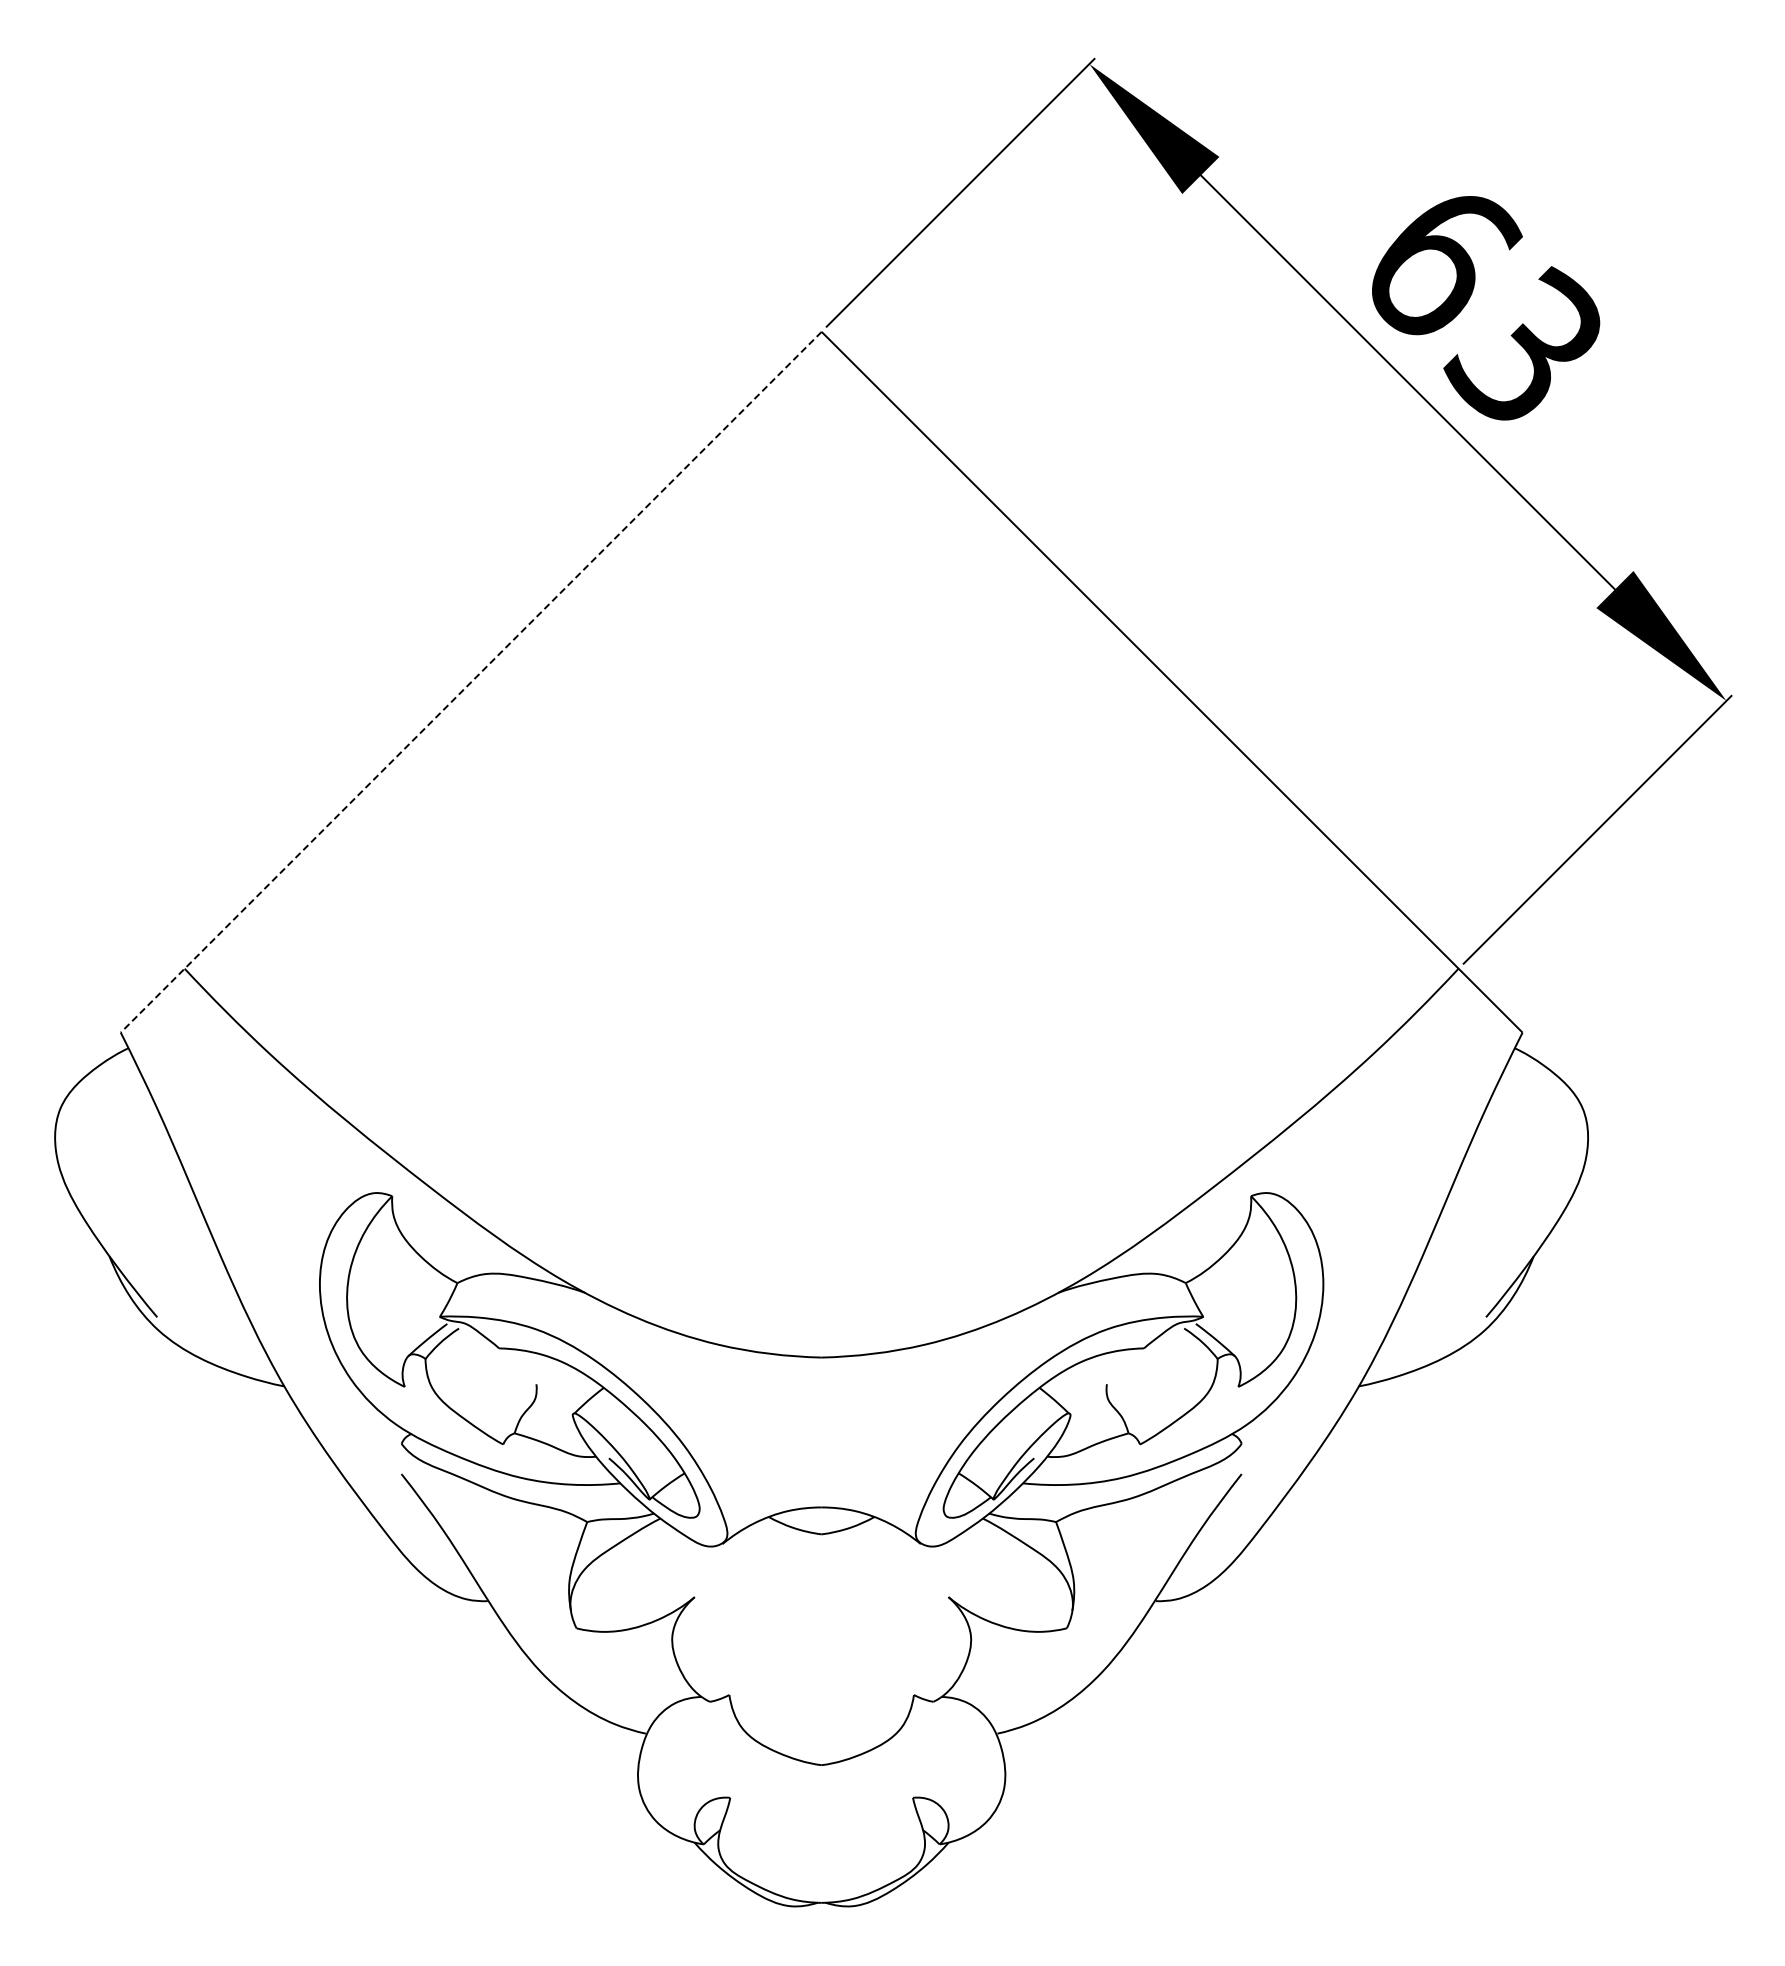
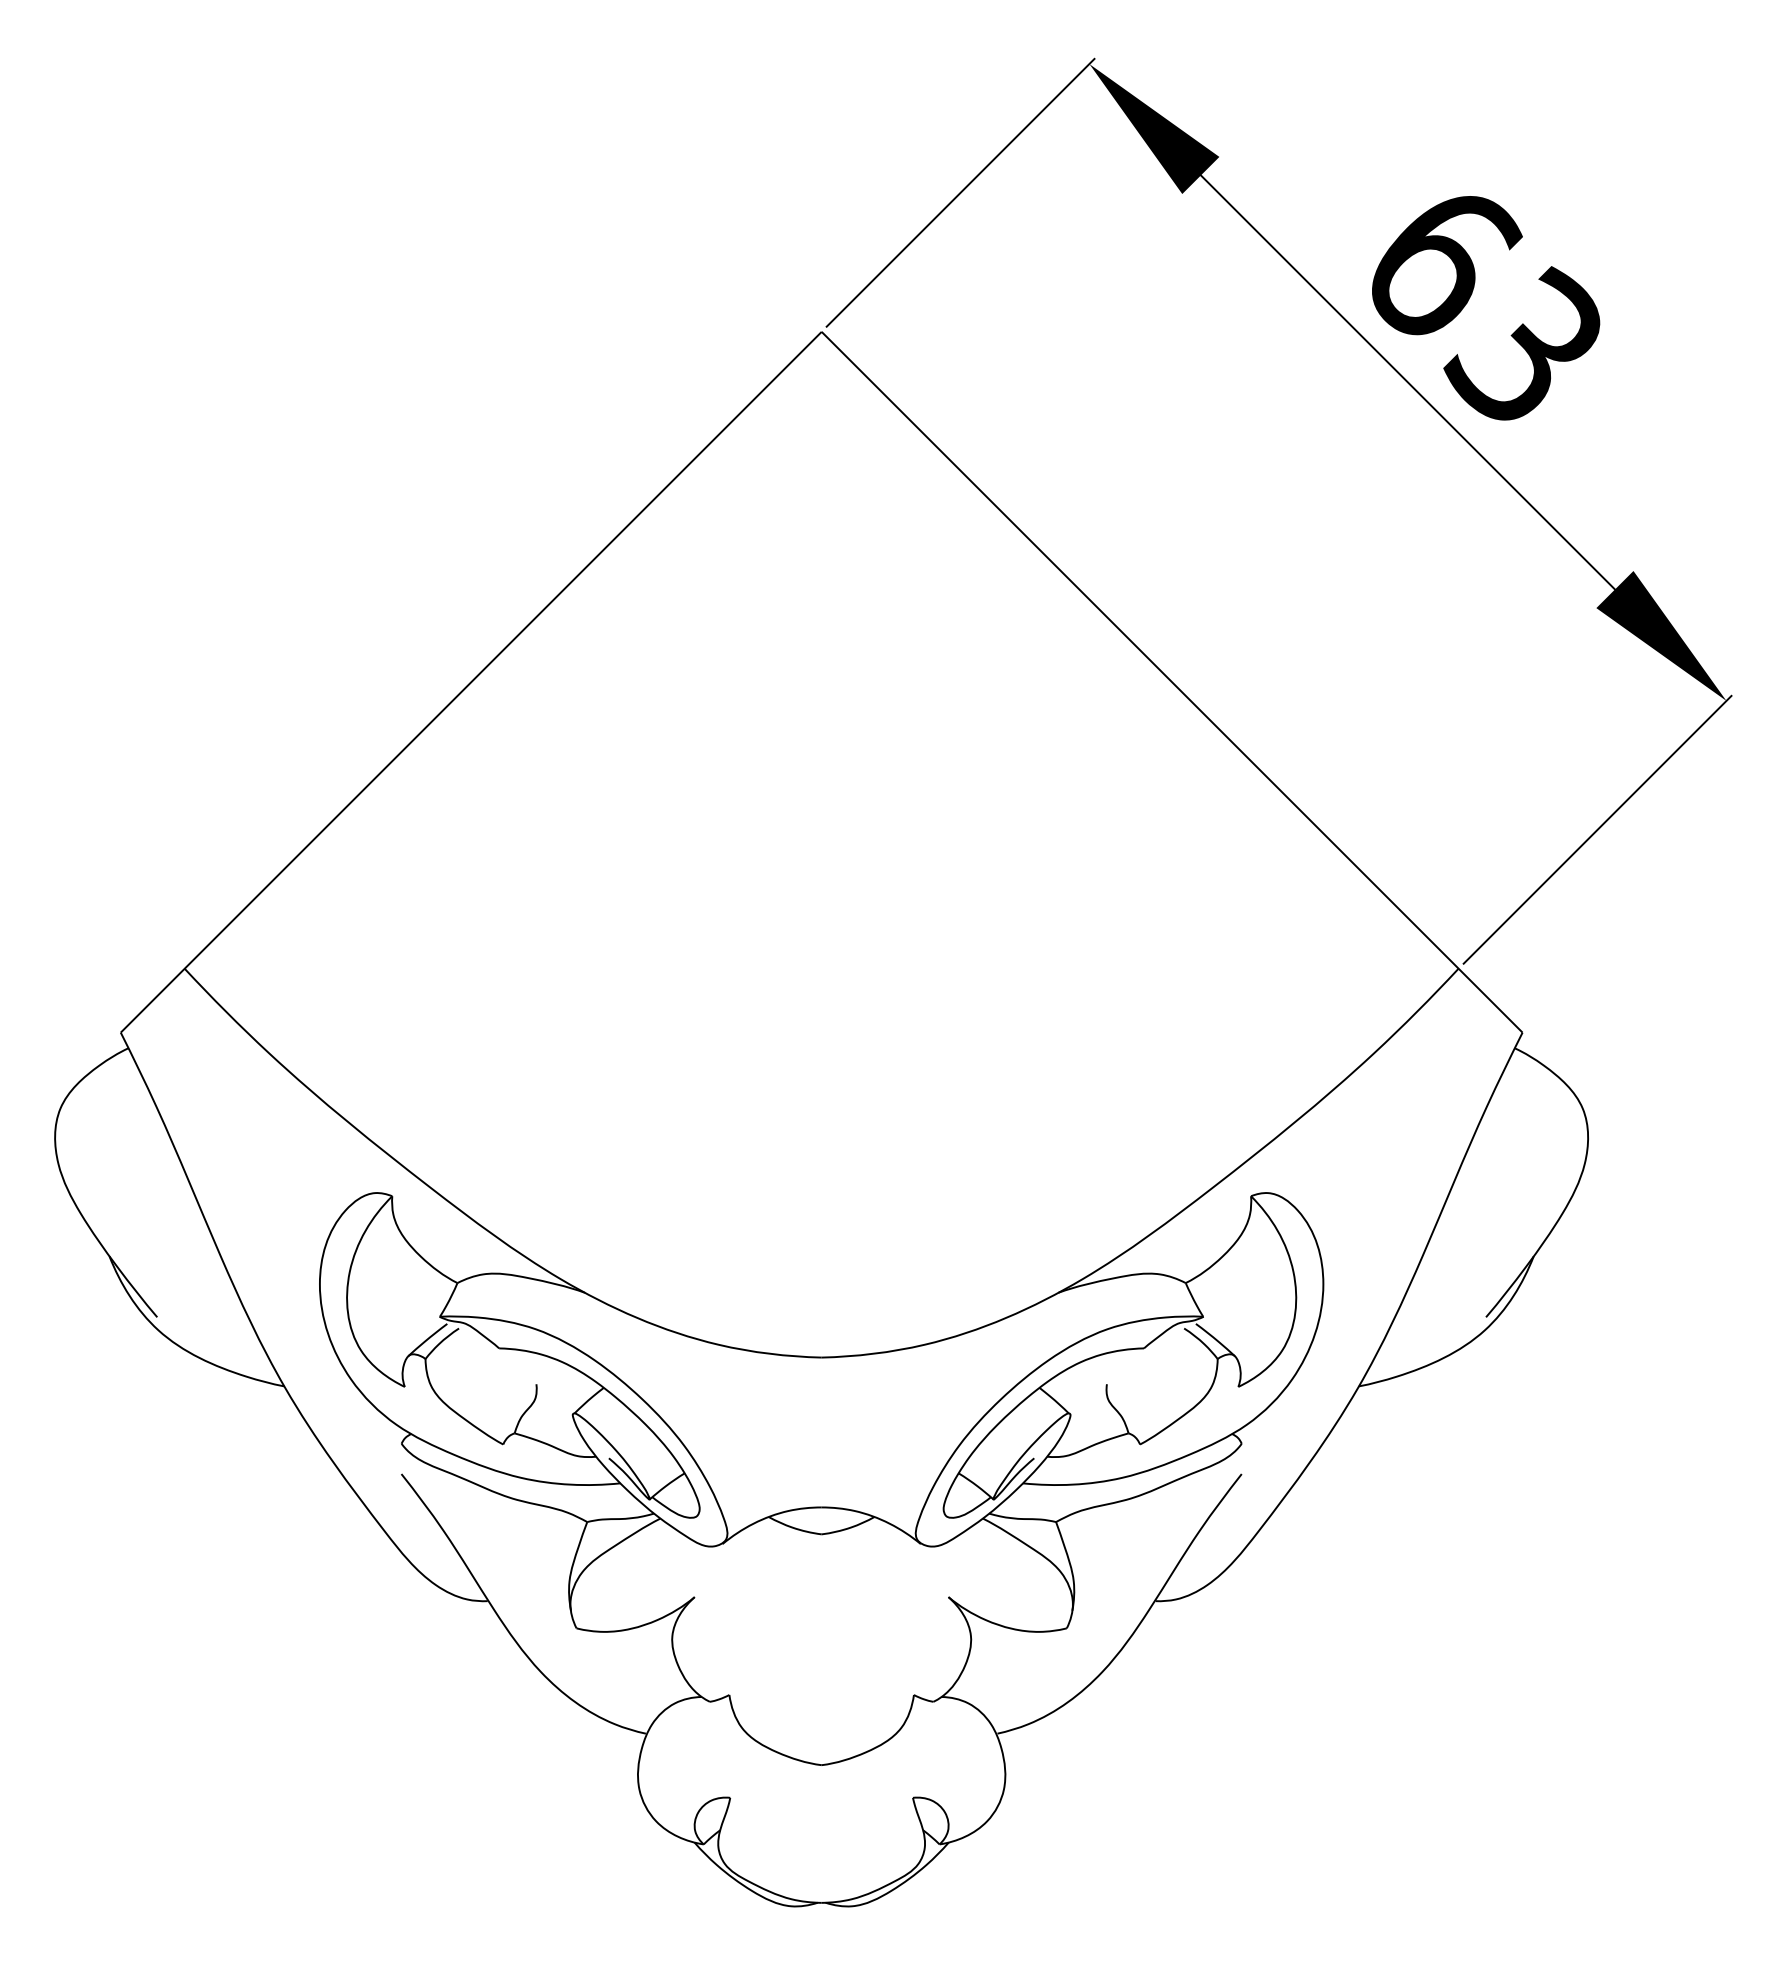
line at (471, 682): dashed -> solid
